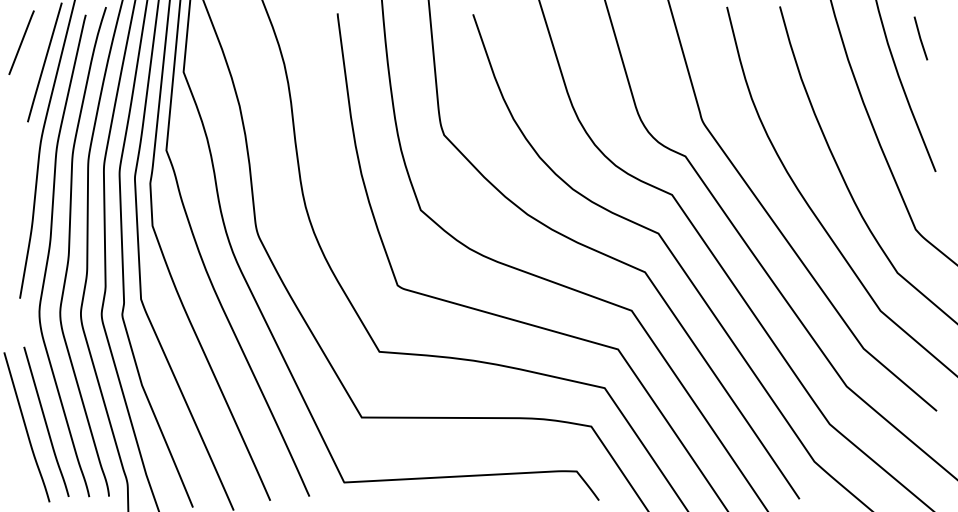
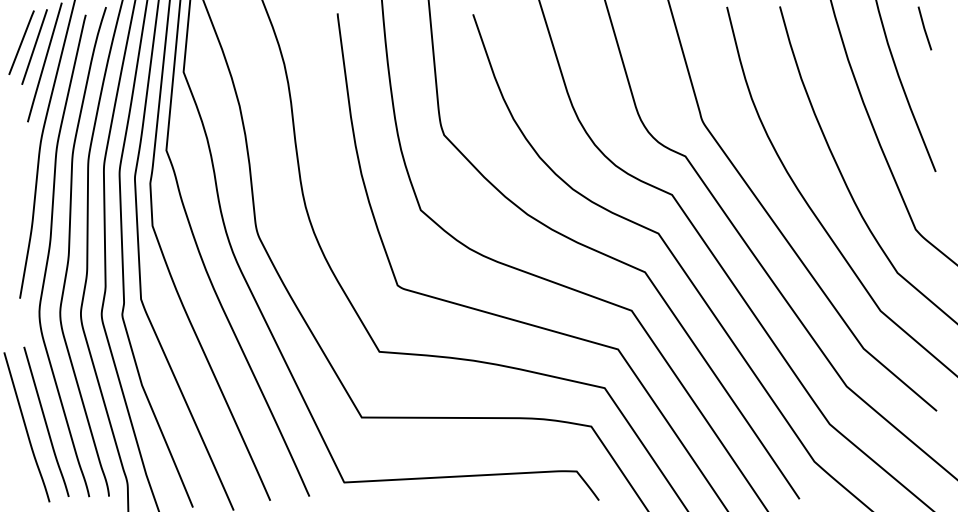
line at (920, 38) position: (920, 38) -> (924, 28)
line at (34, 46): none -> present
